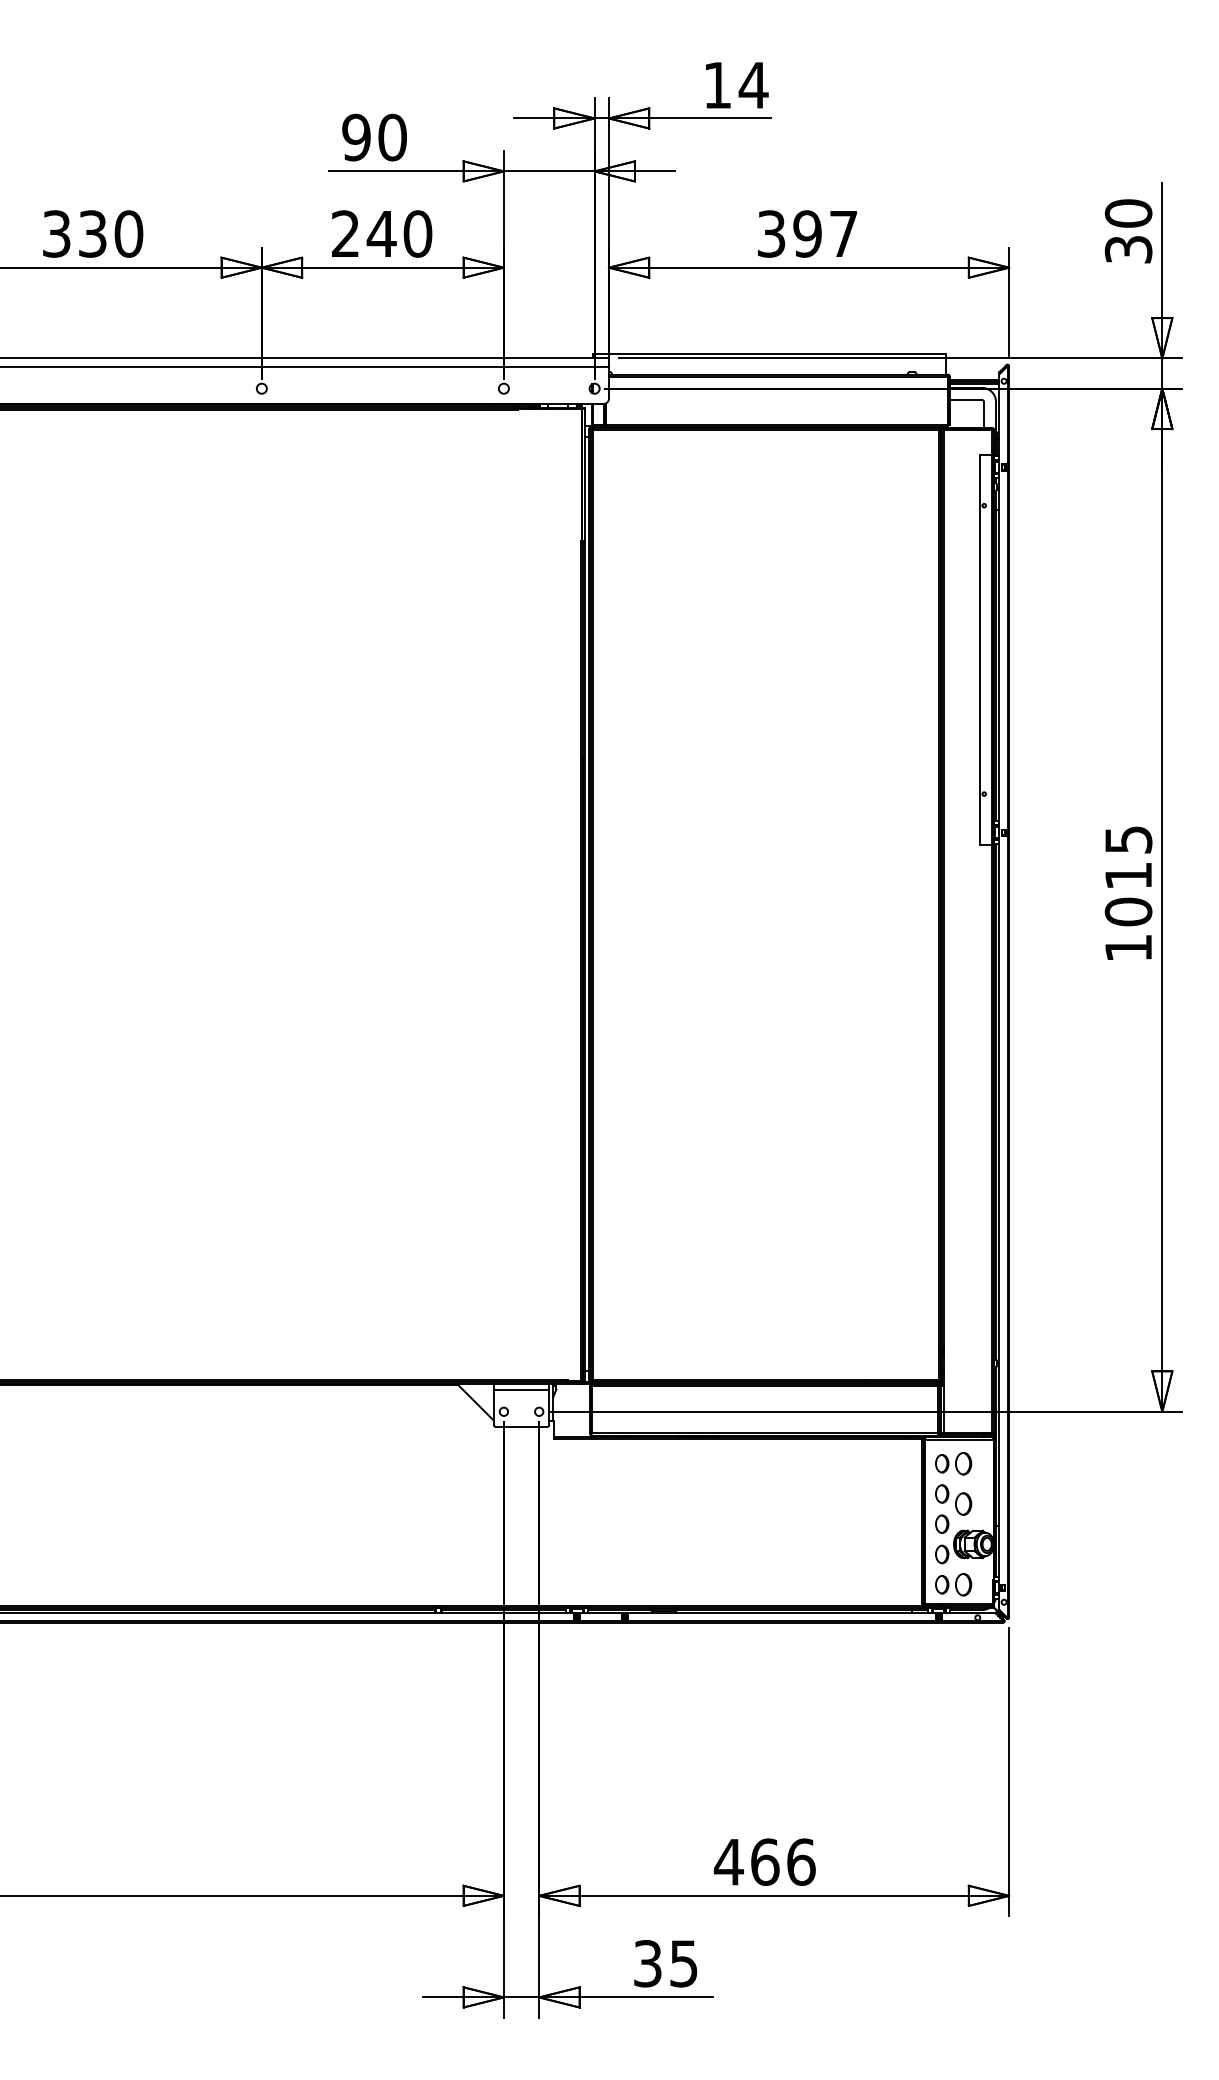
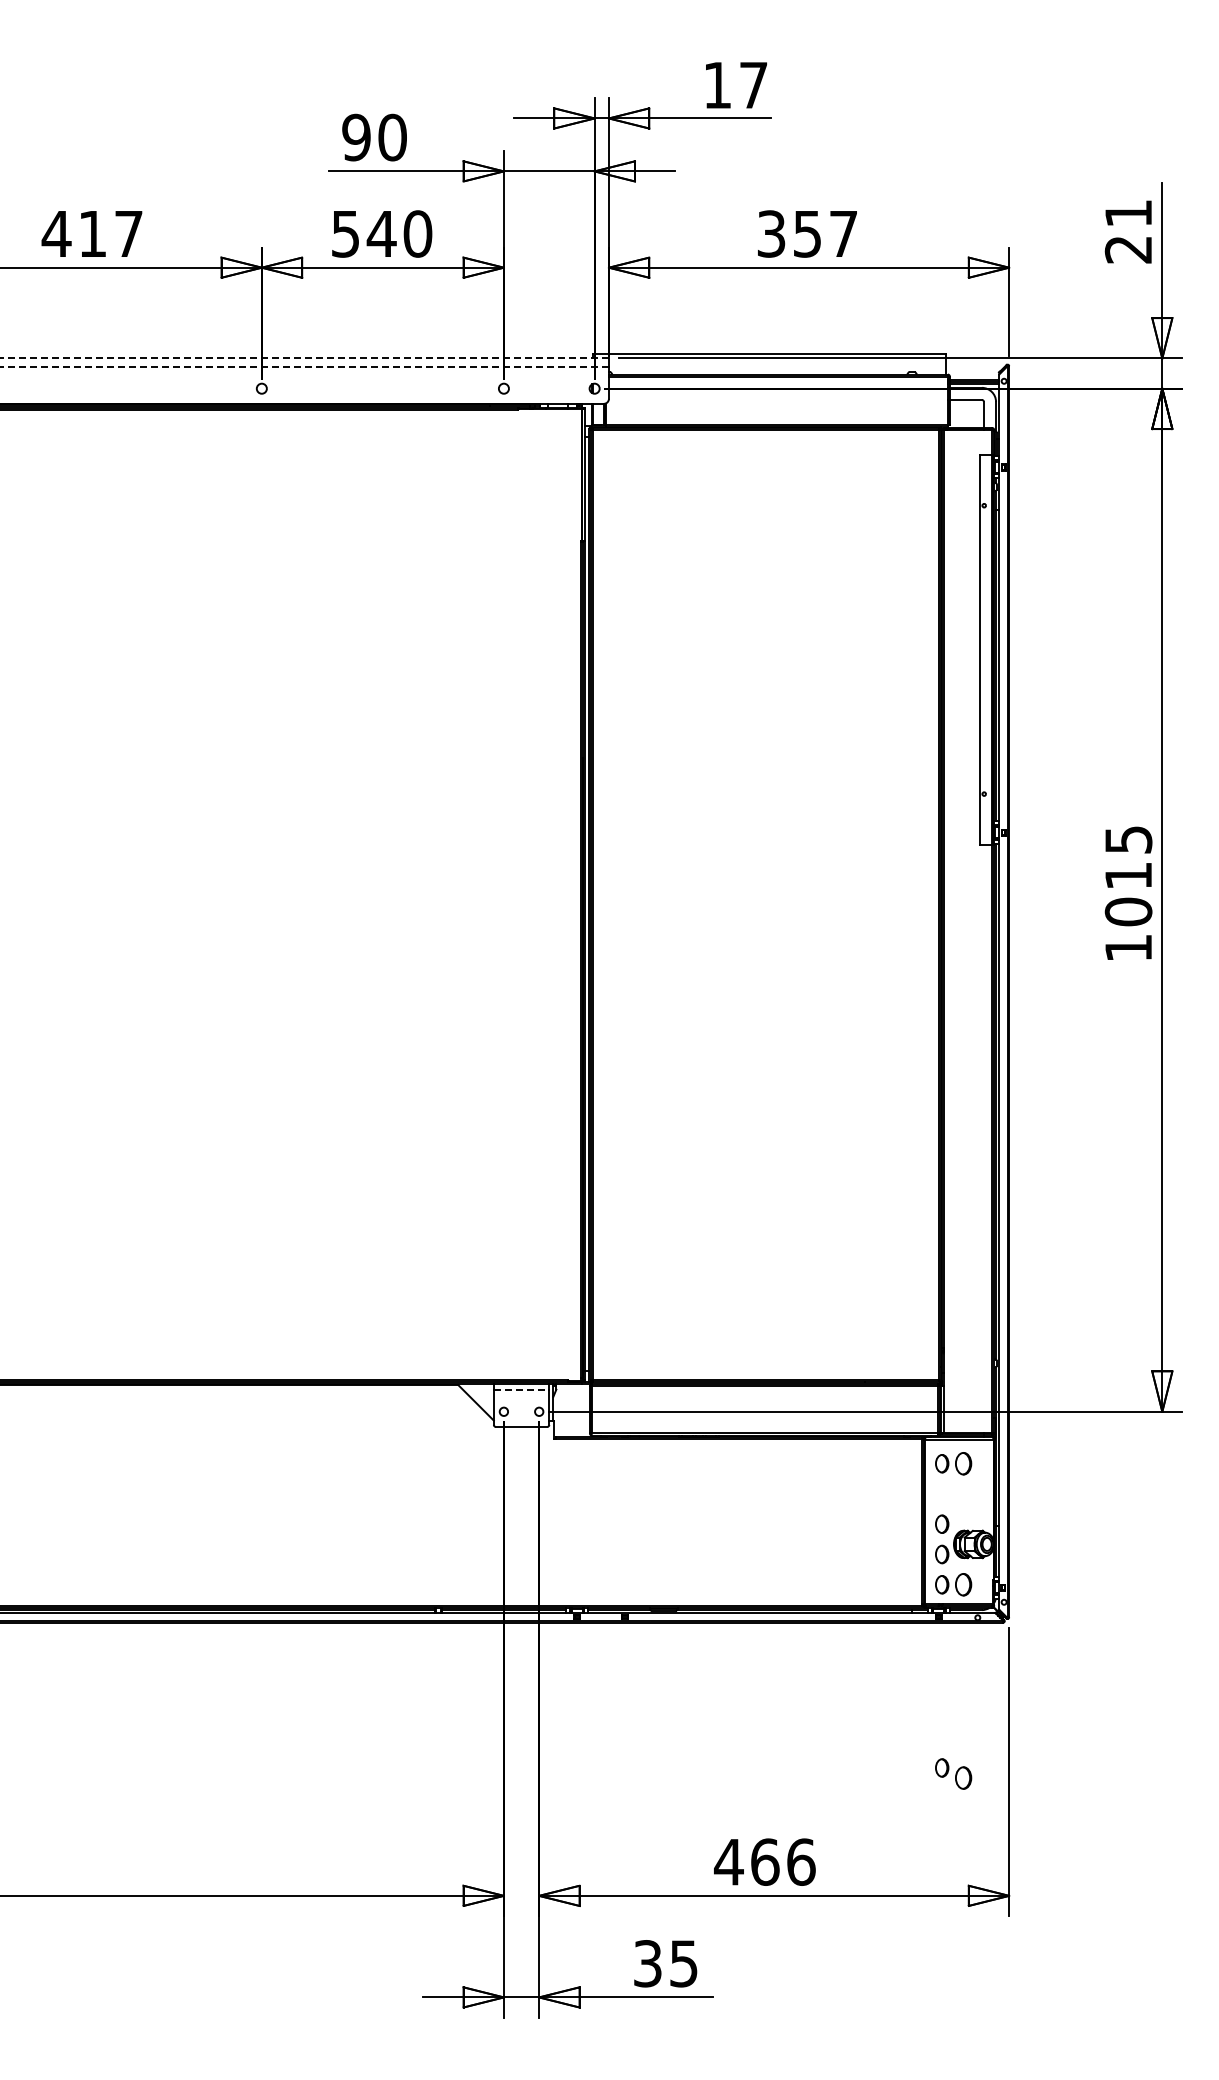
text at (753, 85): 14 -> 17
text at (1128, 231): 30 -> 21
text at (92, 233): 330 -> 417
text at (345, 233): 240 -> 540
text at (807, 233): 397 -> 357
line at (305, 358): solid -> dashed
line at (304, 366): solid -> dashed
line at (521, 1389): solid -> dashed
part at (953, 1499) position: (953, 1499) -> (953, 1773)
